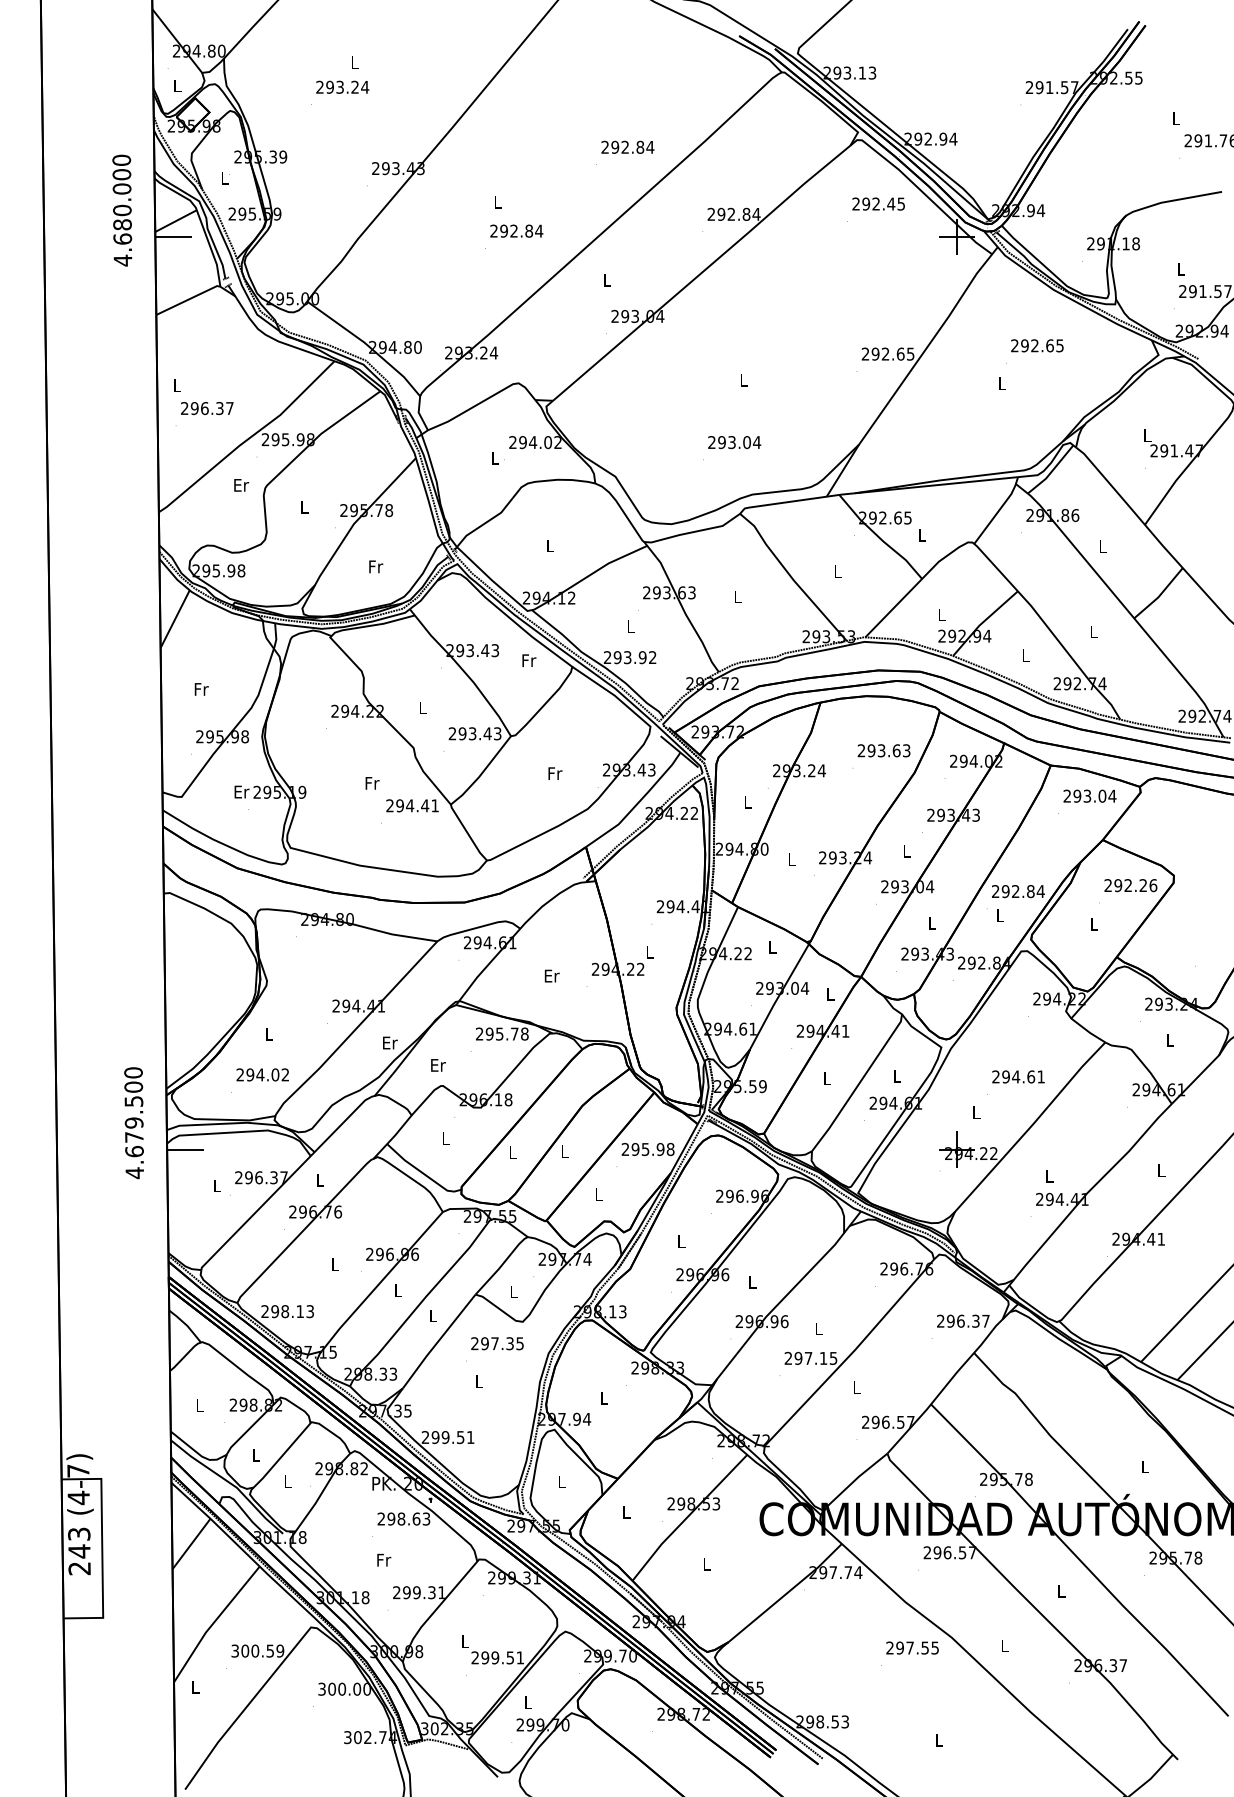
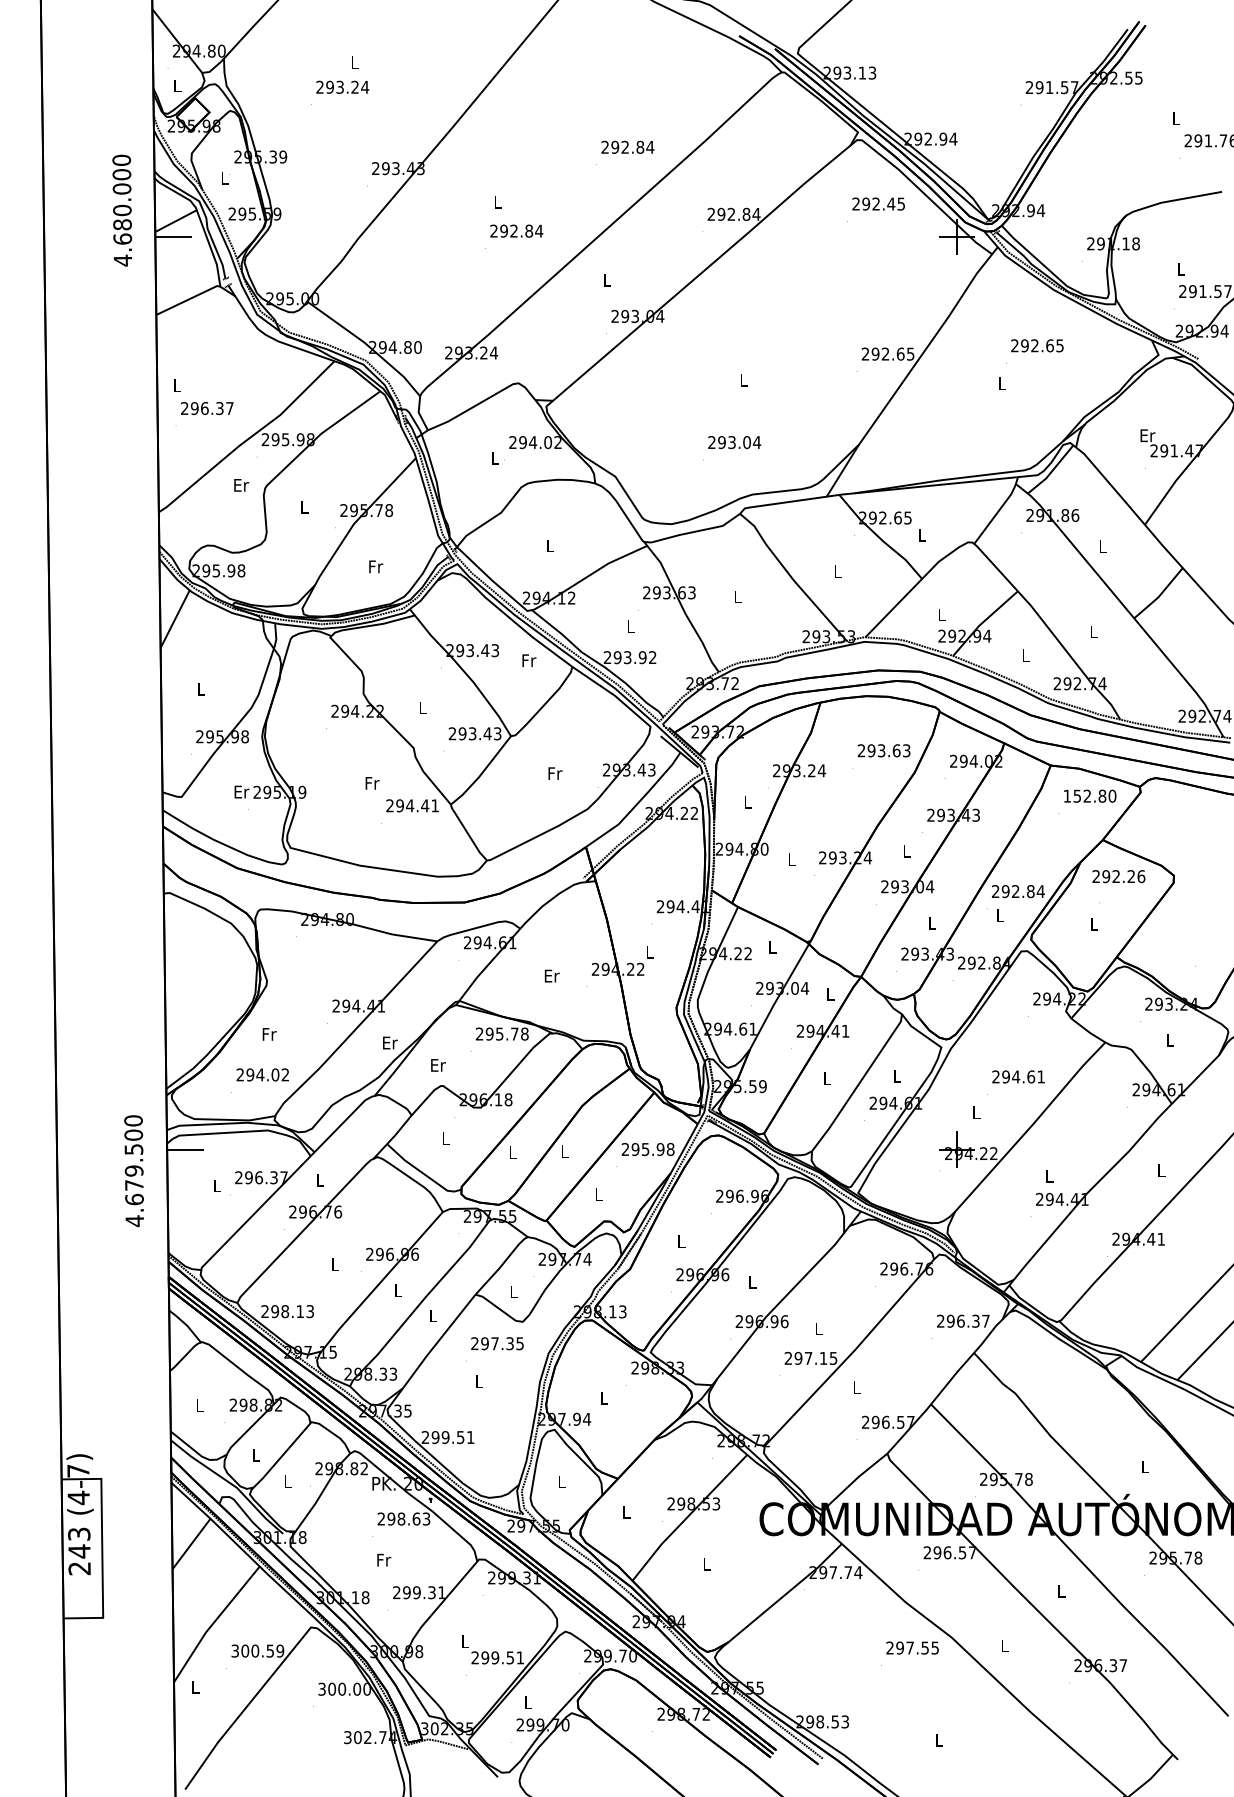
text at (1147, 435): L -> Er
text at (201, 689): Fr -> L
text at (1089, 795): 293.04 -> 152.80
text at (1130, 885) position: (1130, 885) -> (1118, 876)
text at (269, 1034): L -> Fr
text at (133, 1123) position: (133, 1123) -> (133, 1171)
